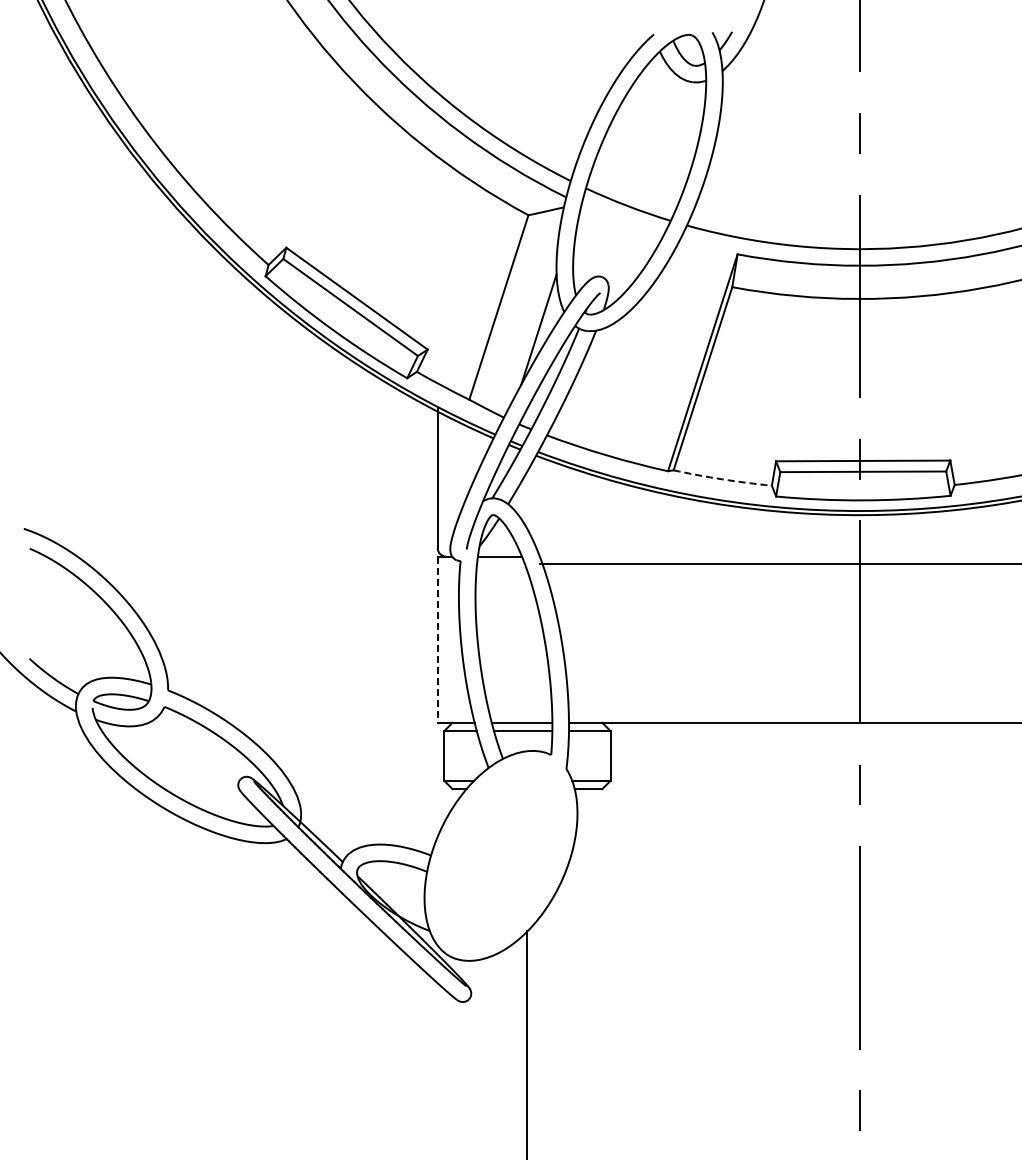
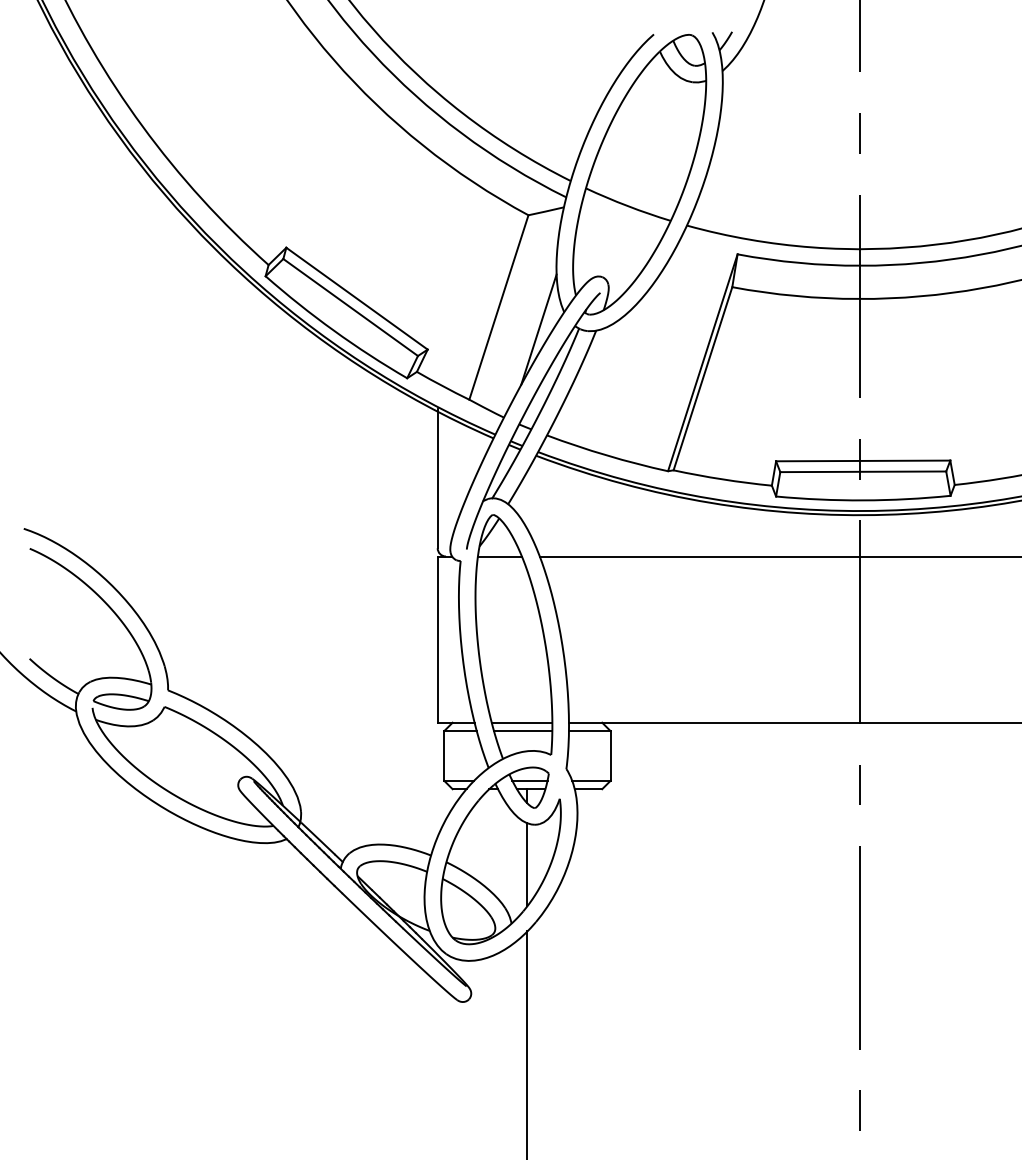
arc at (722, 479): dashed -> solid
line at (778, 563) position: (778, 563) -> (778, 556)
line at (437, 640): dashed -> solid
part at (500, 855): none -> present
